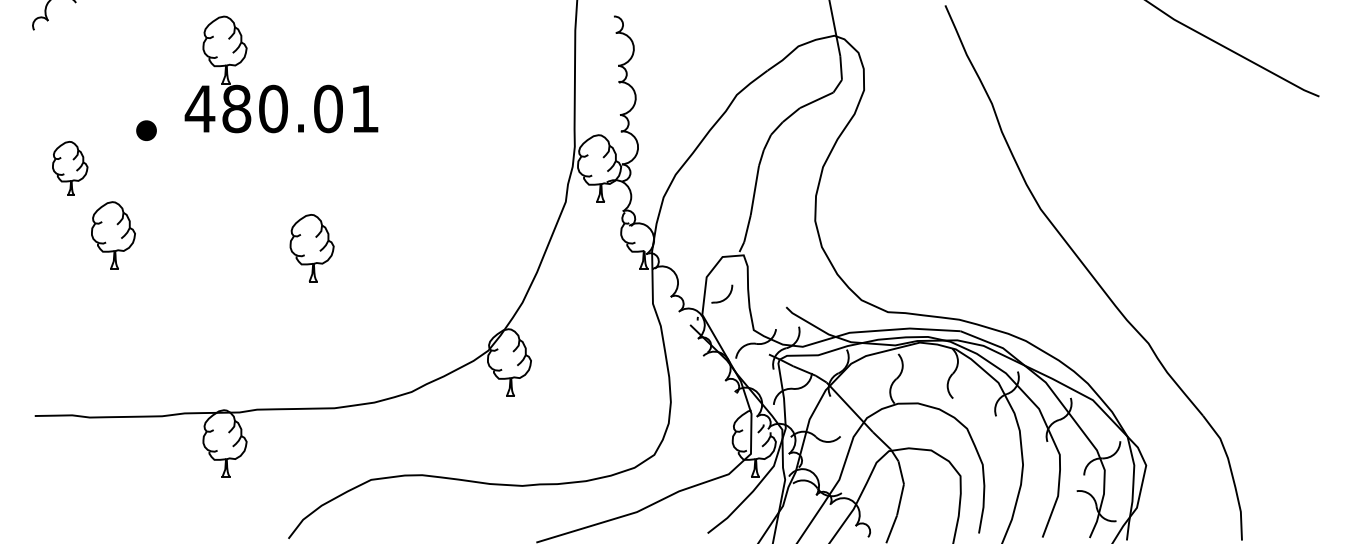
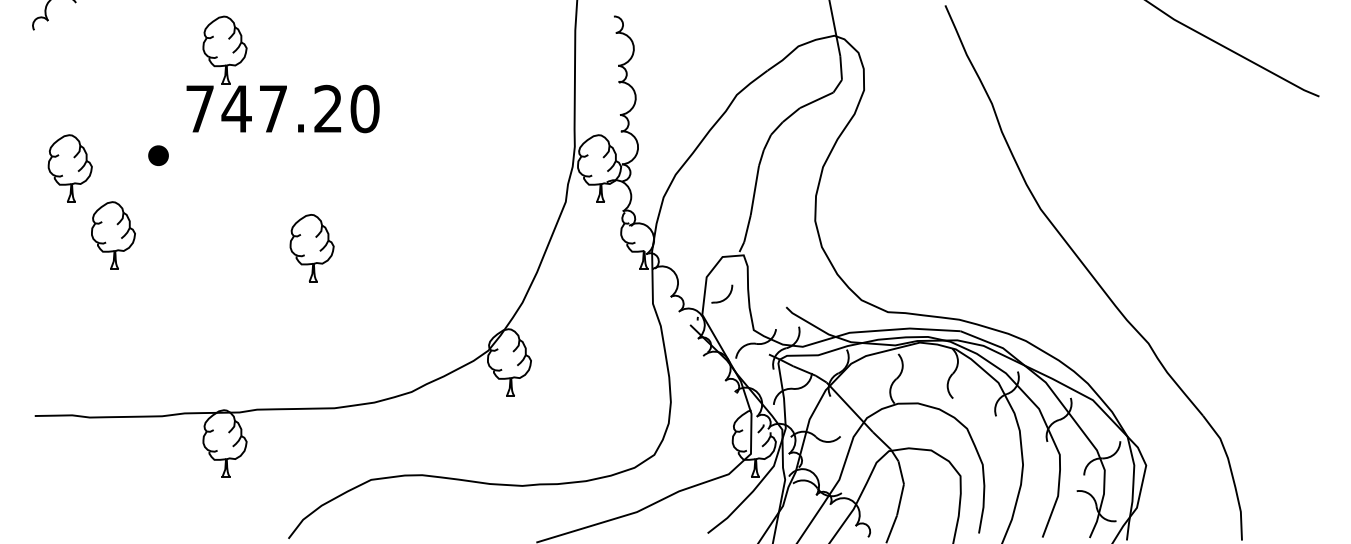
text at (281, 108): 480.01 -> 747.20
part at (146, 130) position: (146, 130) -> (158, 155)
part at (70, 168) size: 37x55 px -> 46x69 px
